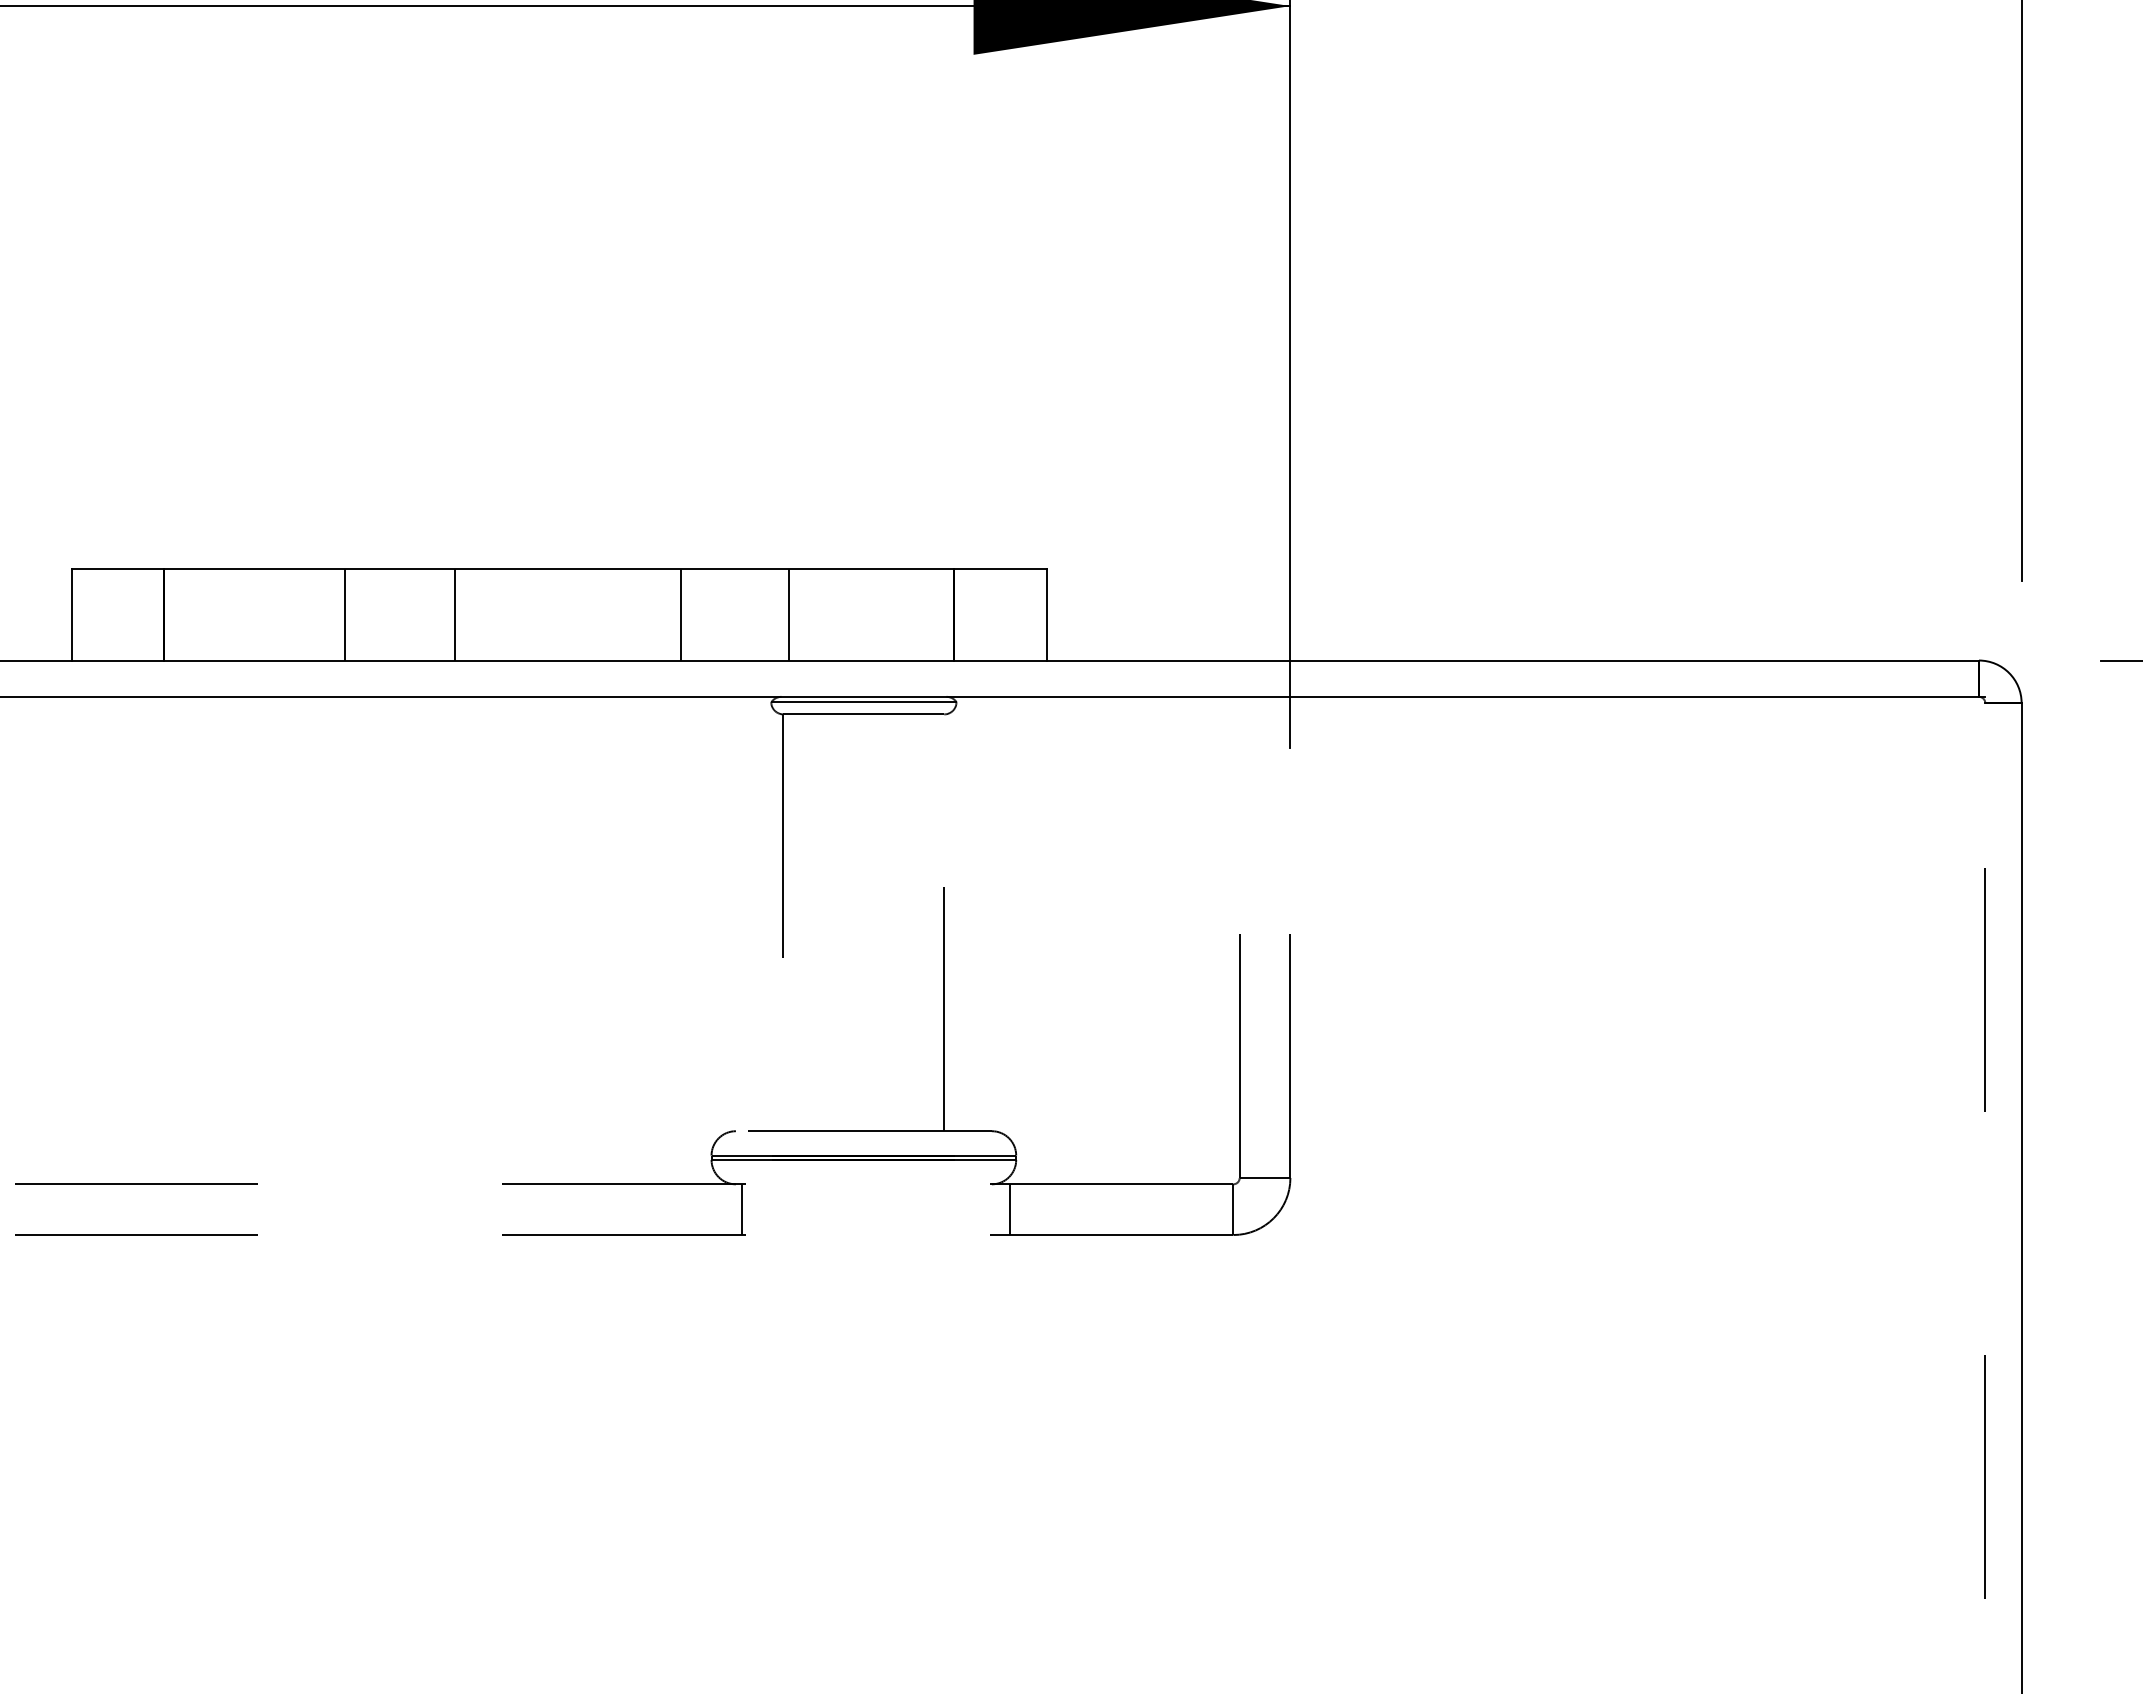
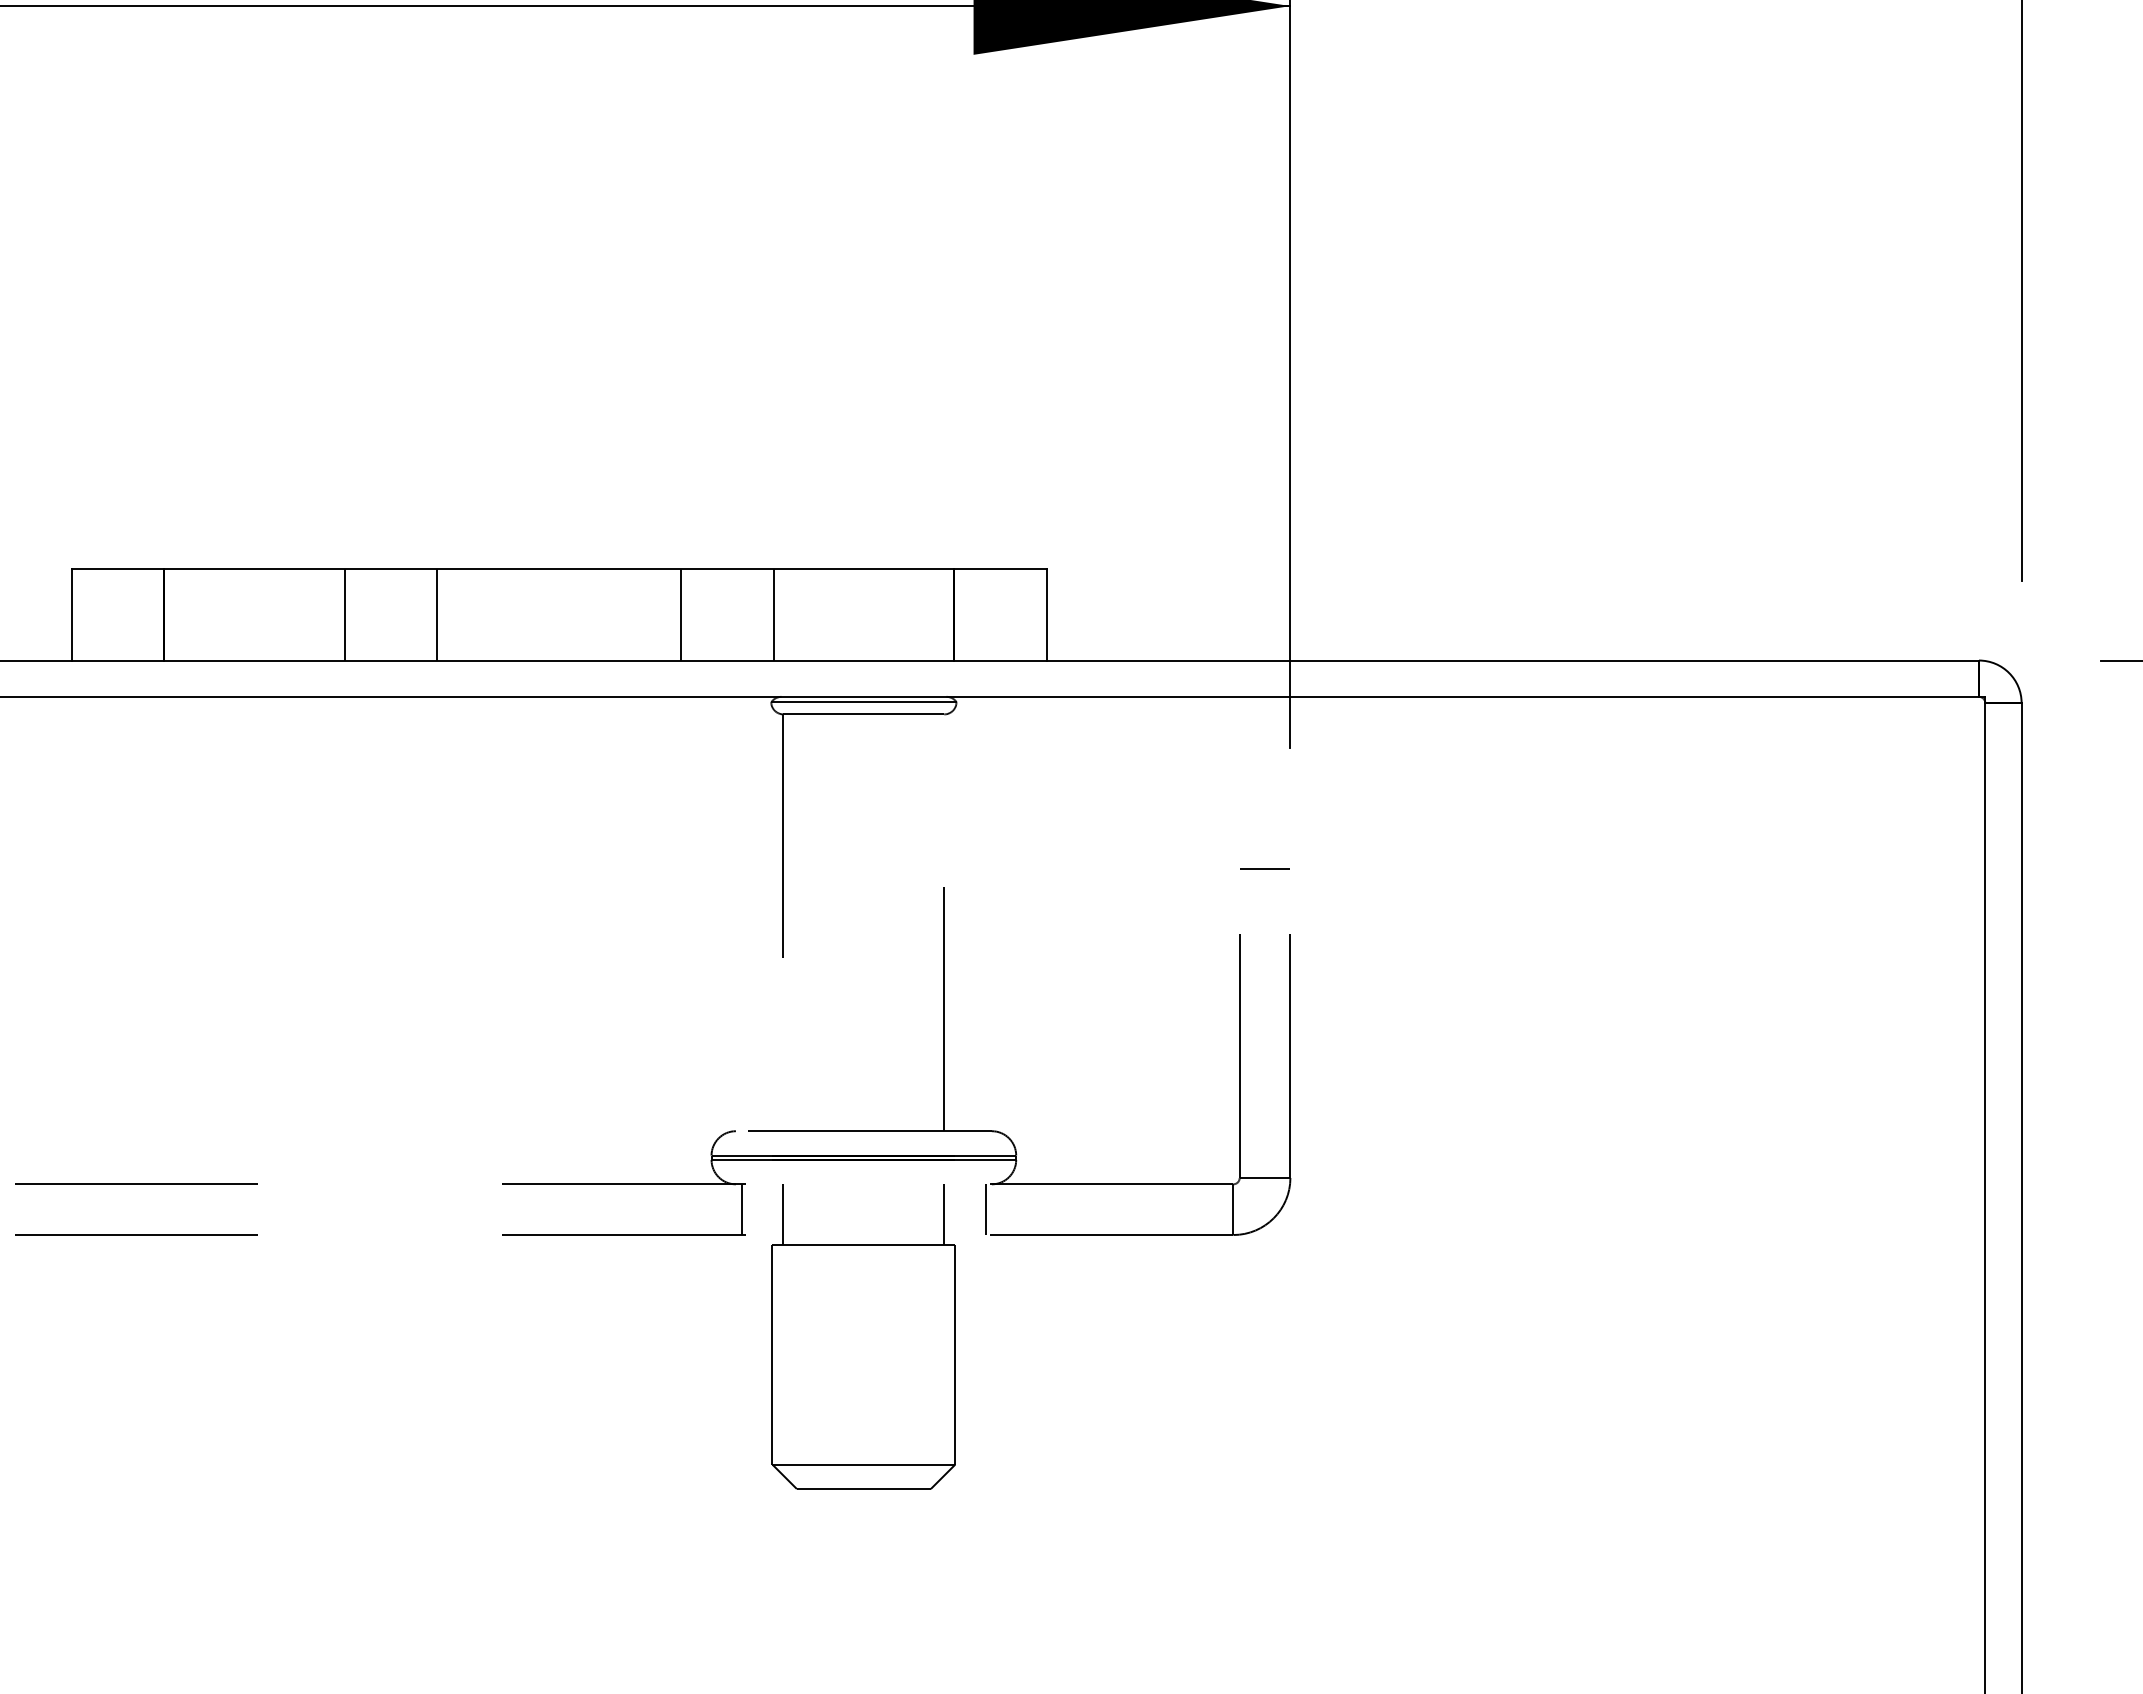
line at (455, 614) position: (455, 614) -> (437, 614)
line at (788, 614) position: (788, 614) -> (773, 614)
line at (1264, 868): none -> present
line at (1985, 1194): dashed -> solid
line at (1009, 1209) position: (1009, 1209) -> (985, 1209)
part at (863, 1336): none -> present
